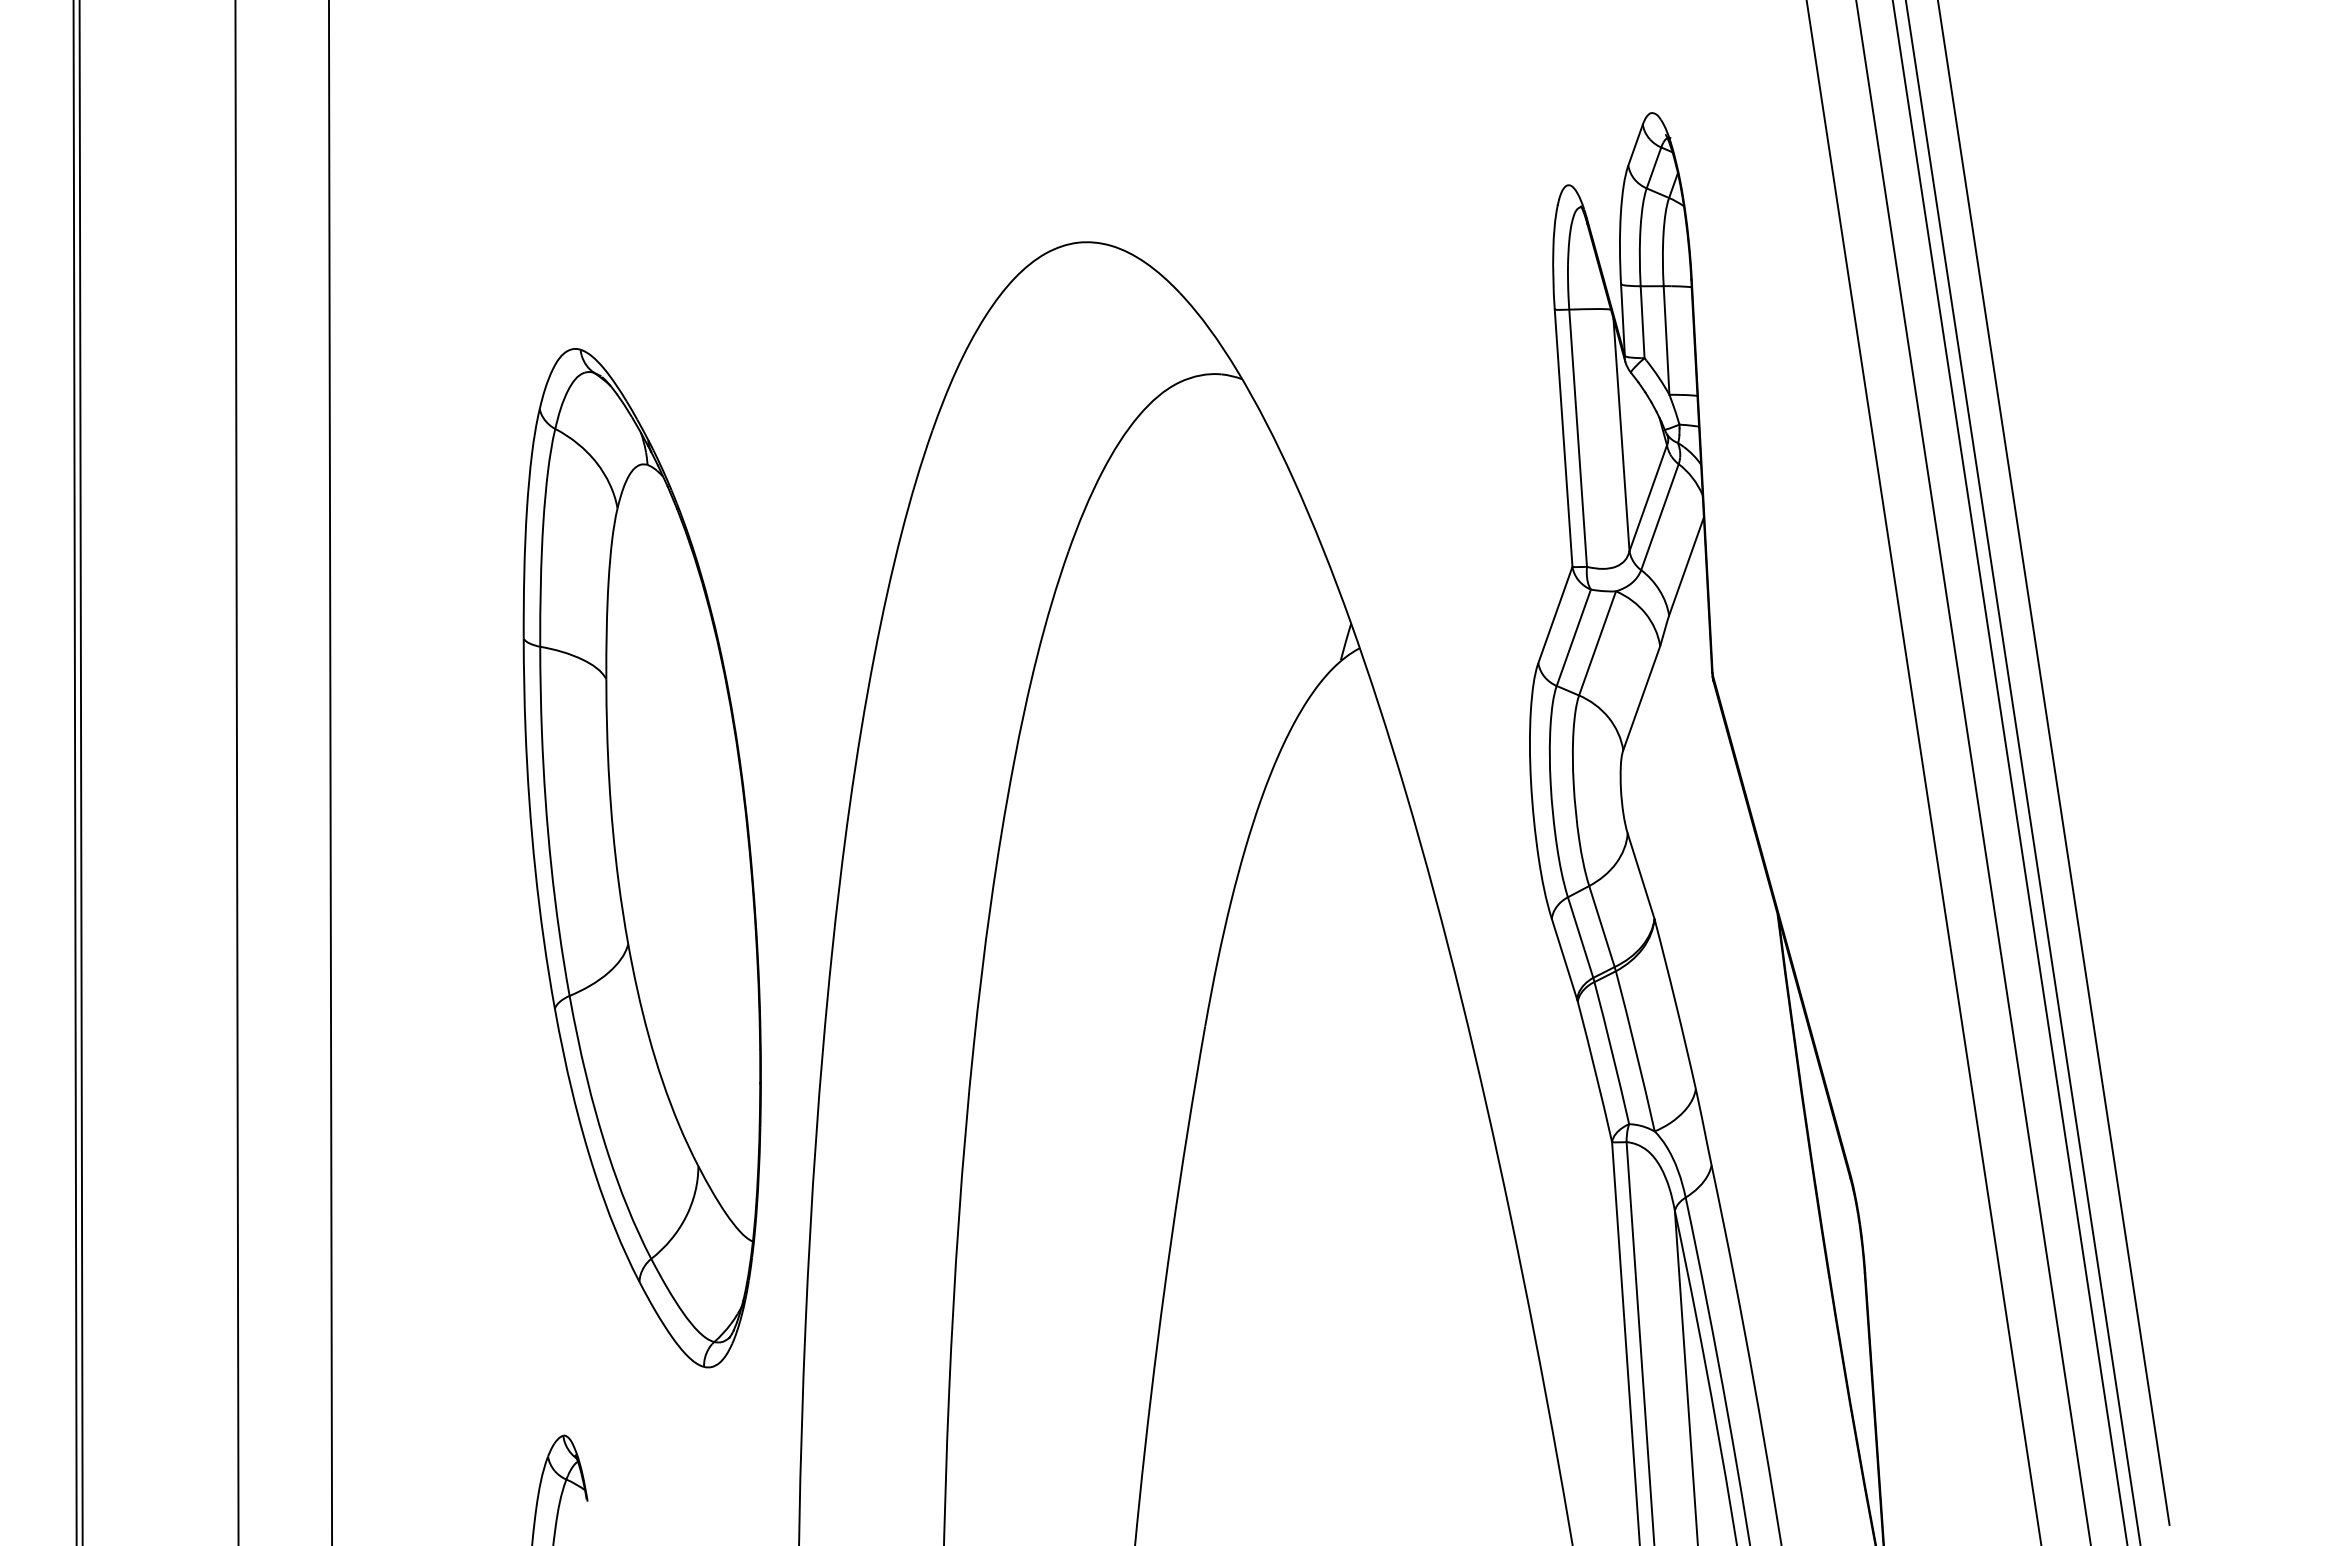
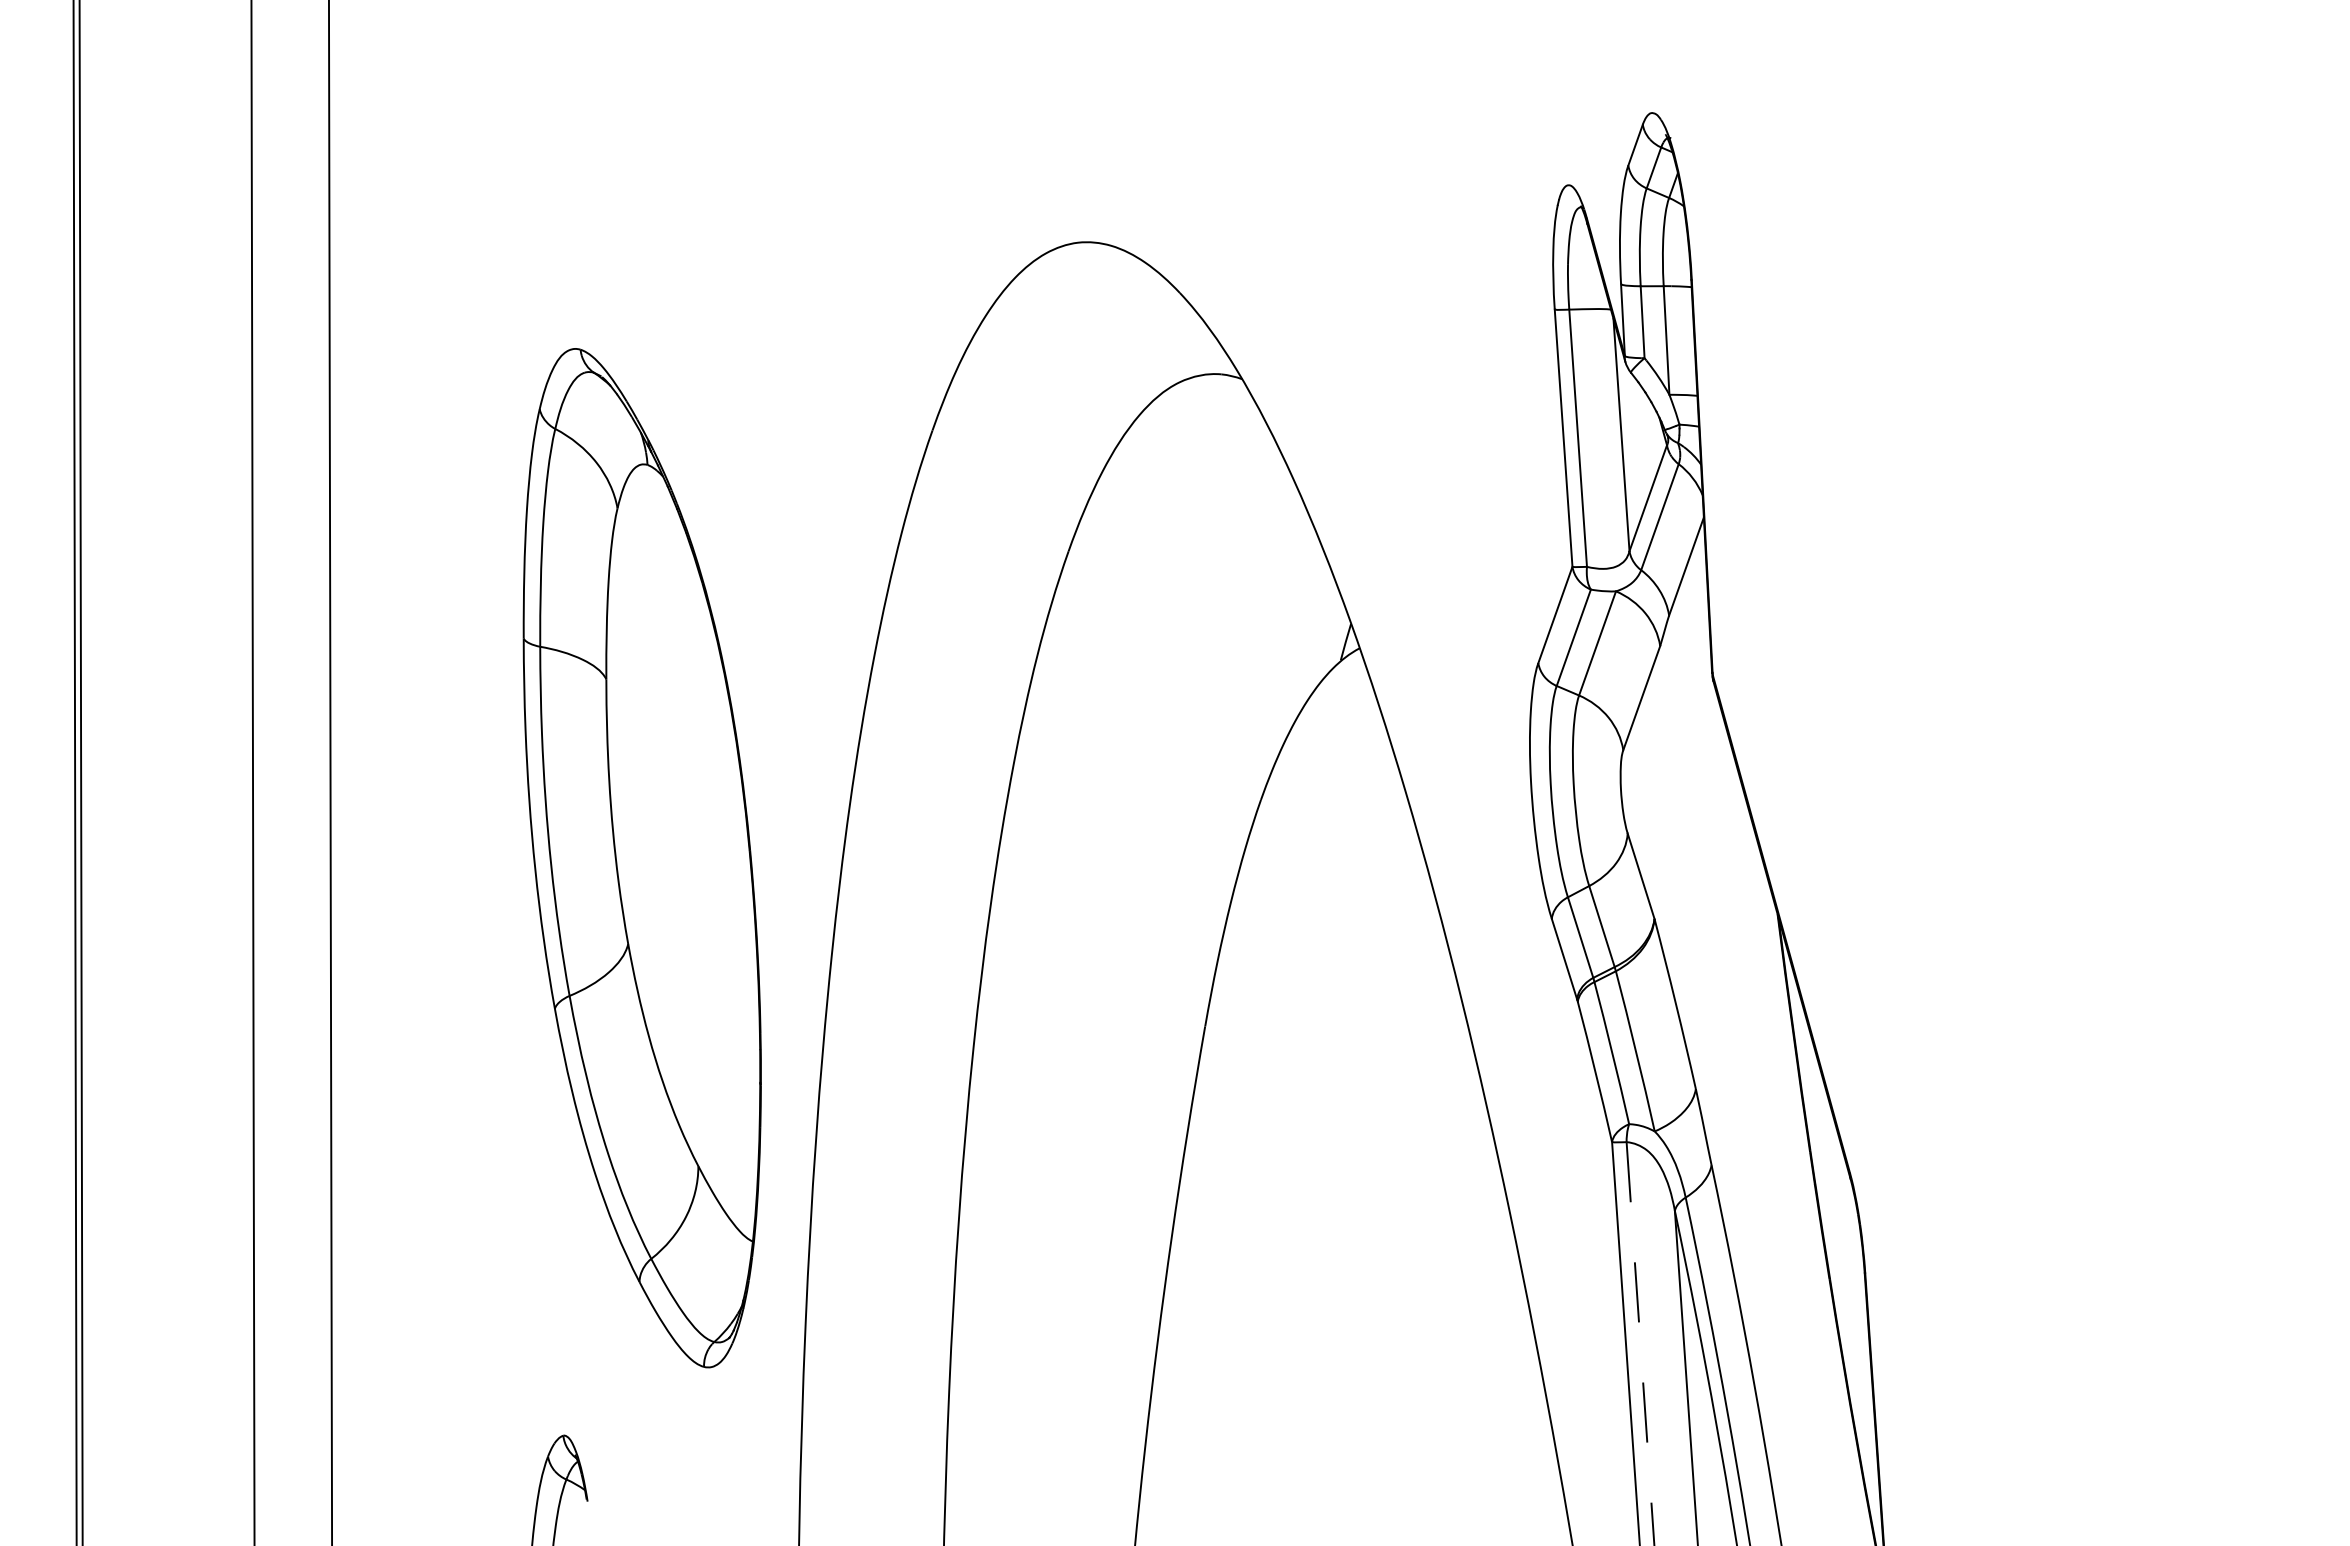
line at (2053, 763): present -> none
line at (236, 772) position: (236, 772) -> (252, 772)
line at (1923, 772): present -> none
line at (1973, 772): present -> none
line at (2010, 772): present -> none
line at (2023, 772): present -> none
line at (1640, 1344): solid -> dashed
